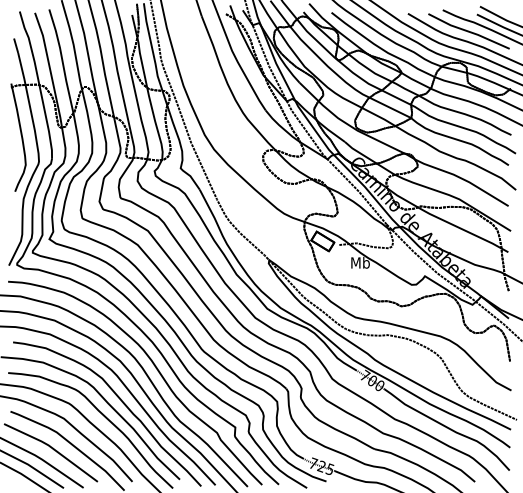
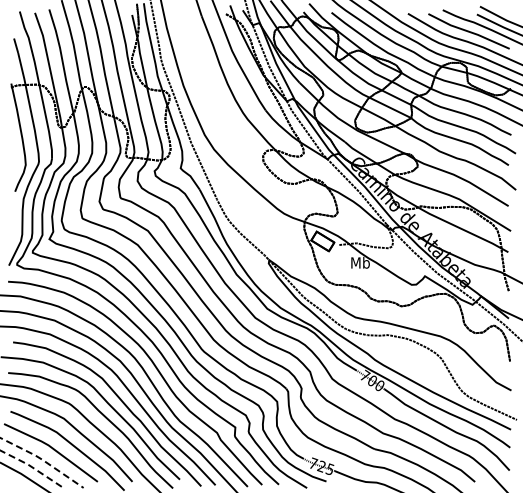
line at (42, 460): solid -> dashed
line at (32, 467): solid -> dashed
